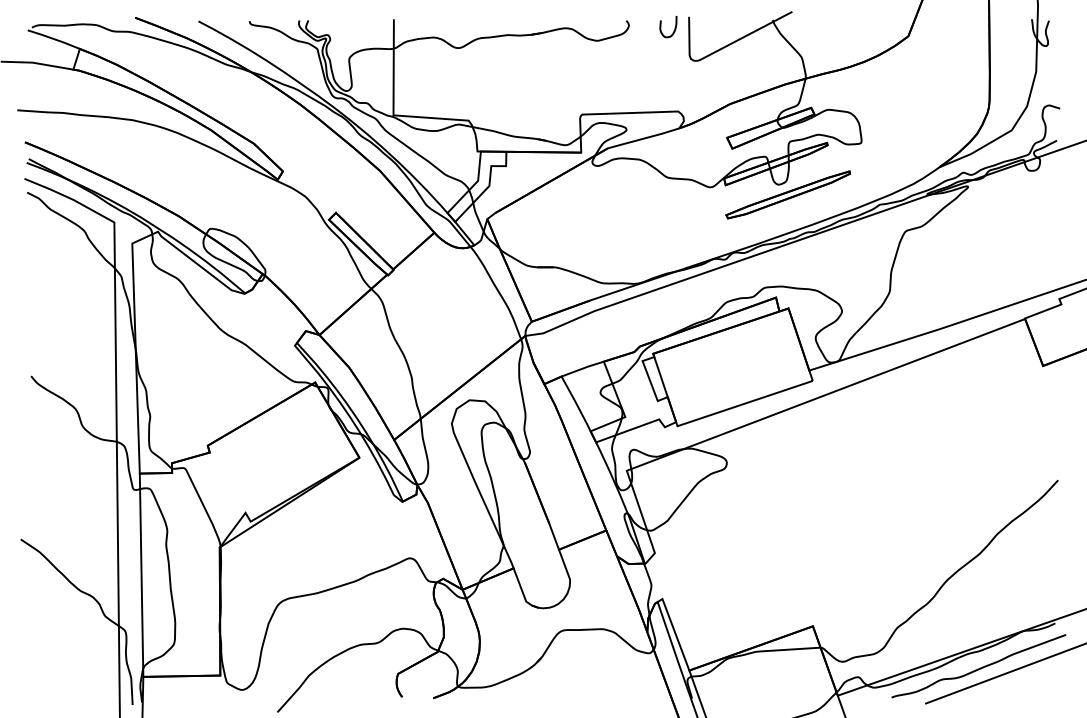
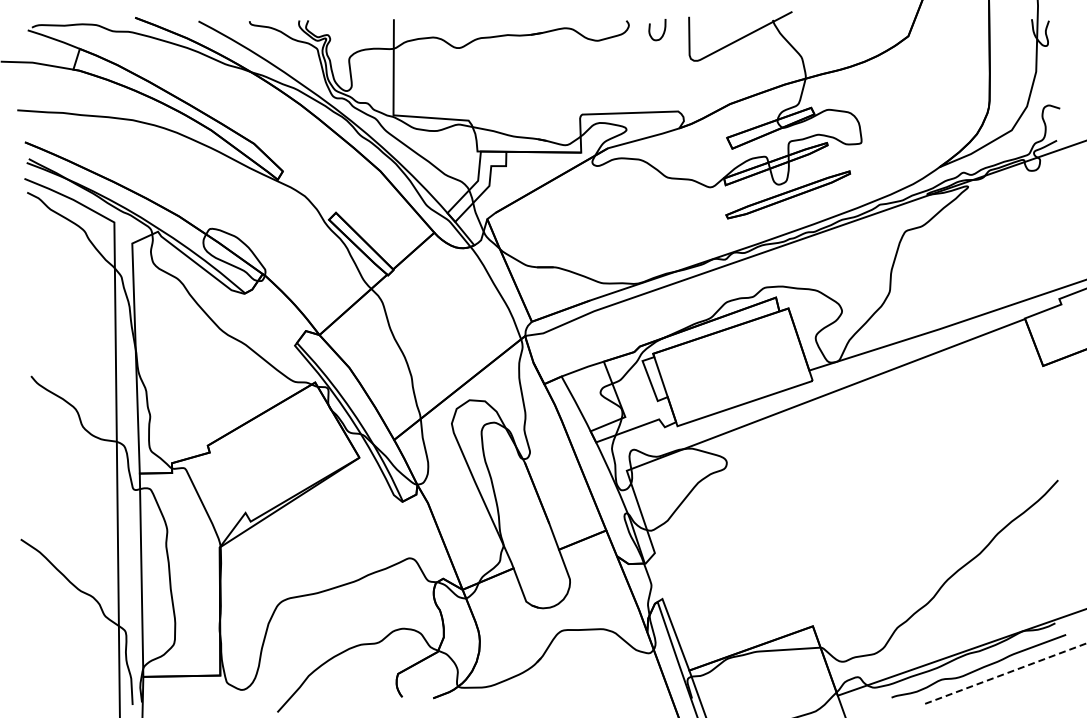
curve at (673, 30) position: (673, 30) -> (662, 33)
line at (1005, 673): solid -> dashed
